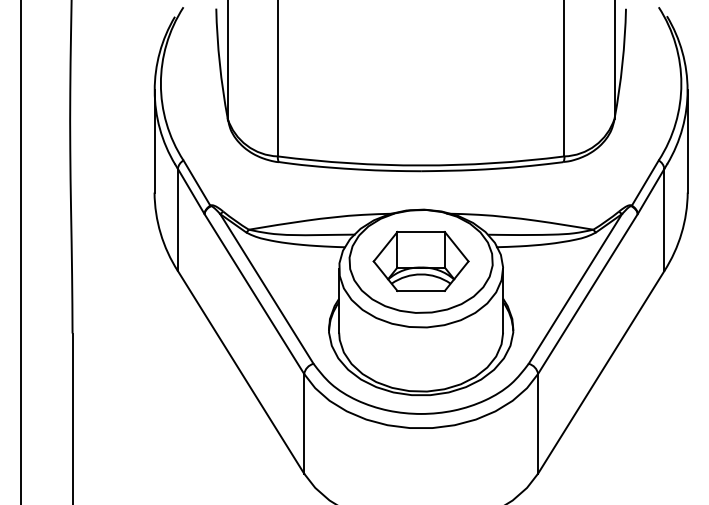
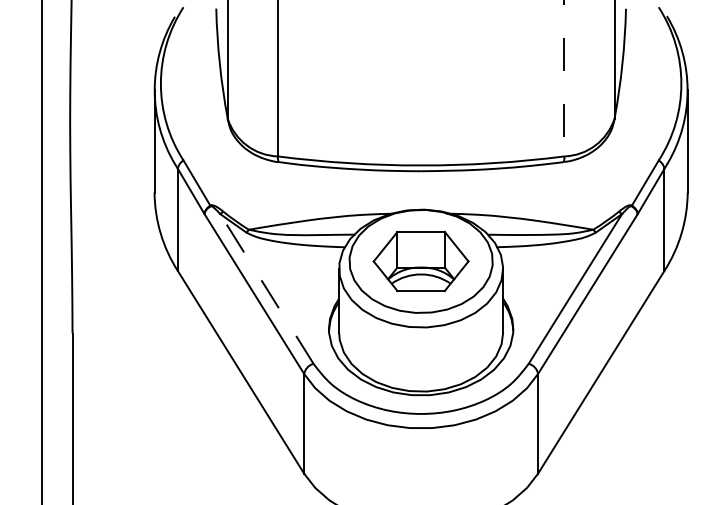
line at (564, 78): solid -> dashed
line at (21, 251) position: (21, 251) -> (42, 251)
line at (266, 288): solid -> dashed
